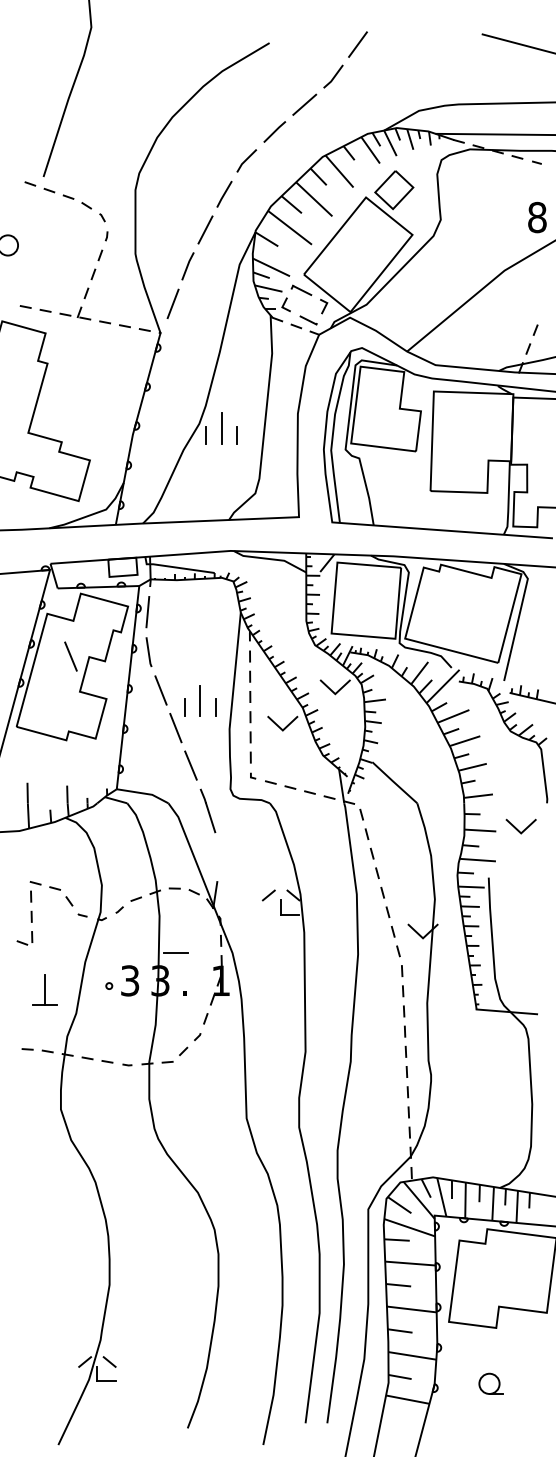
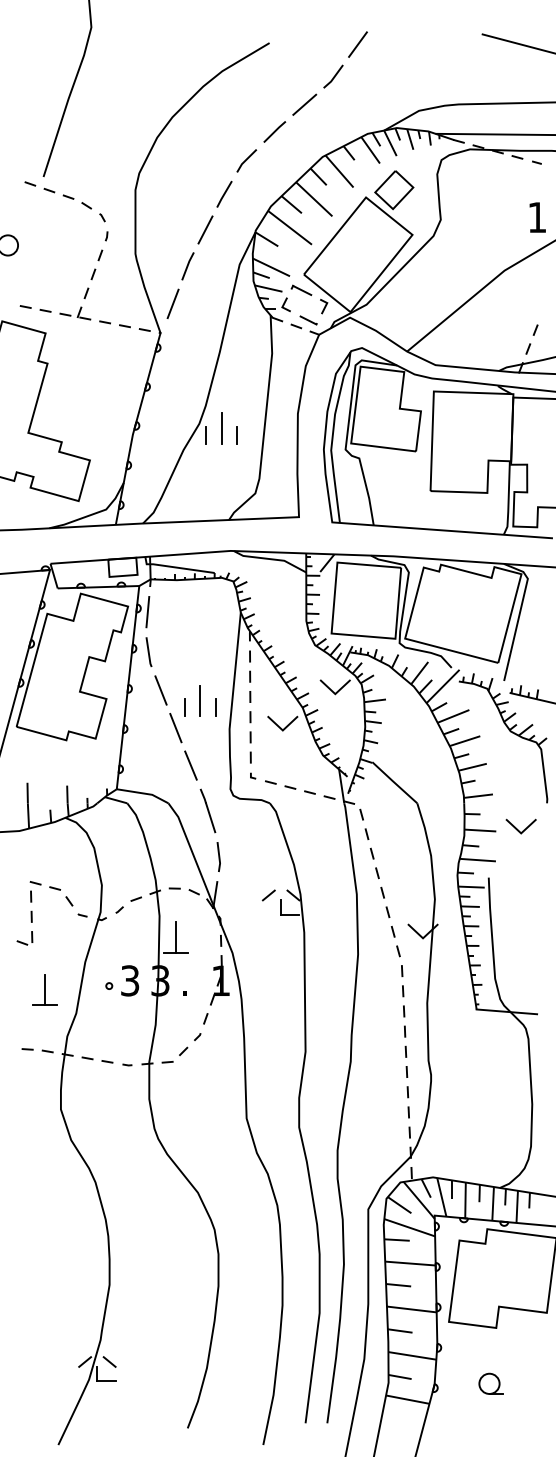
text at (537, 217): 8 -> 1
line at (70, 656): present -> none
line at (218, 856): none -> present
line at (175, 937): none -> present
